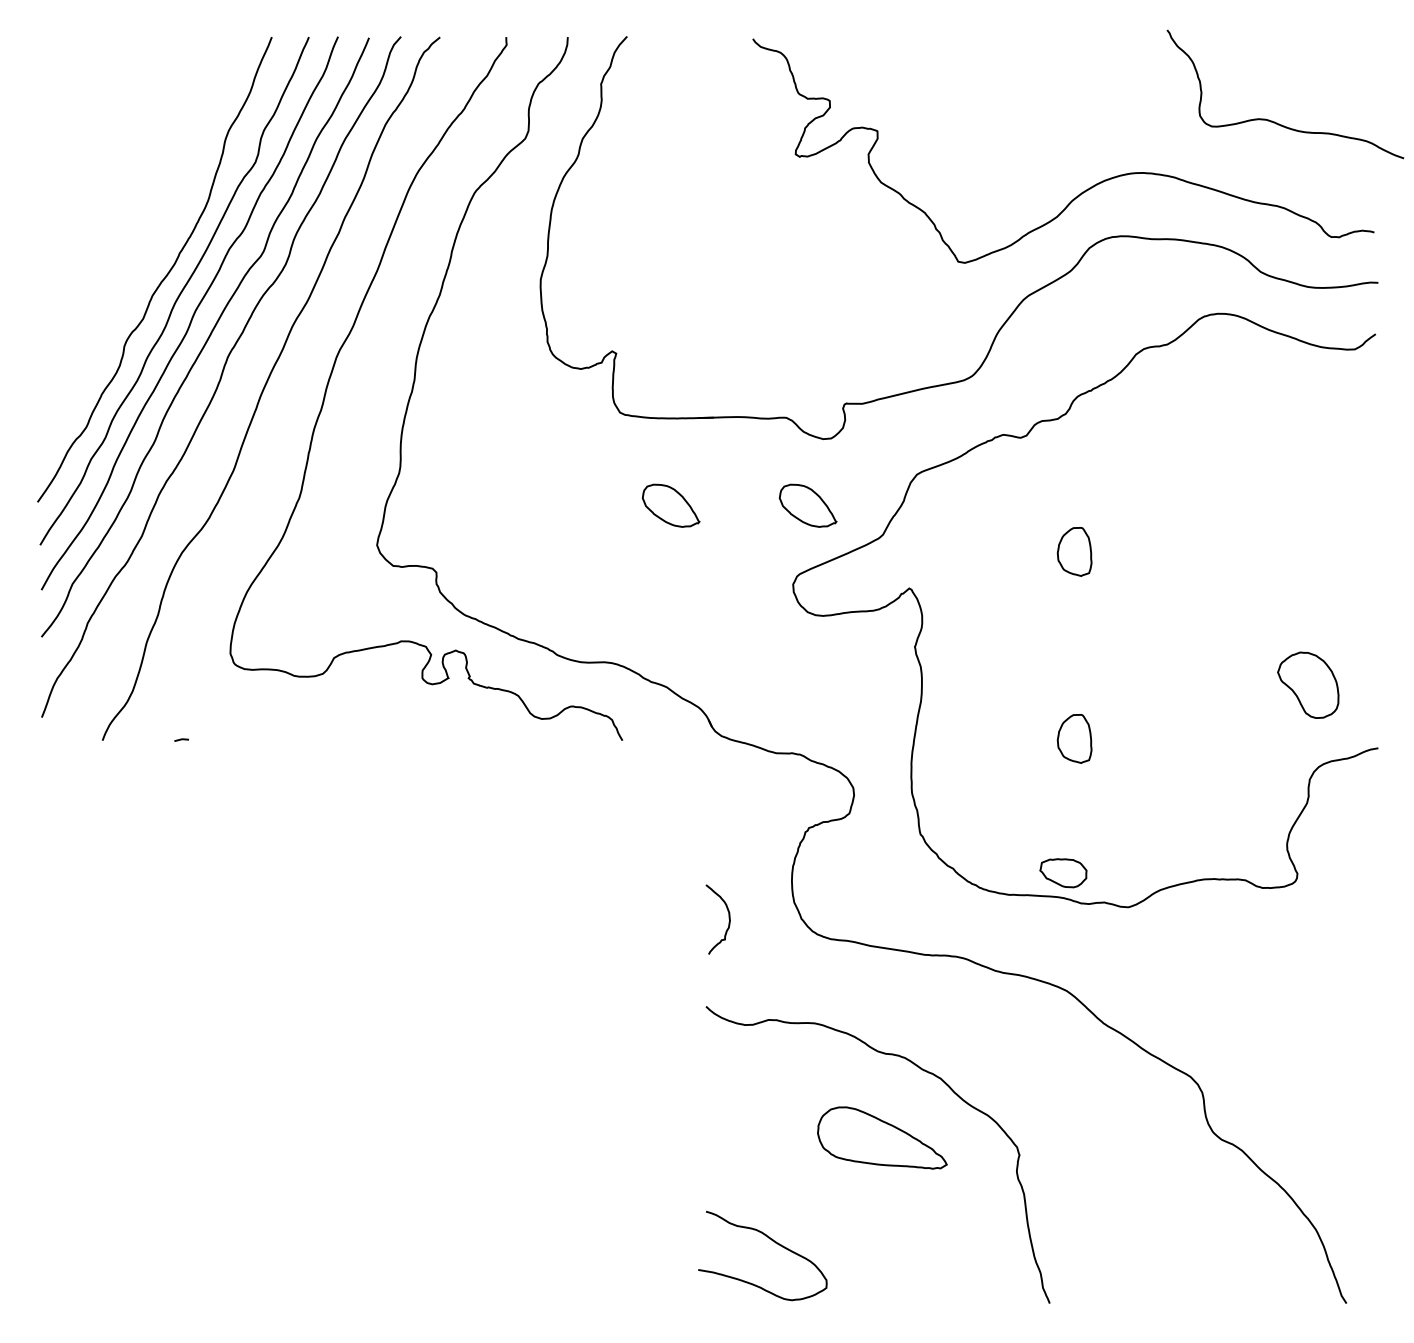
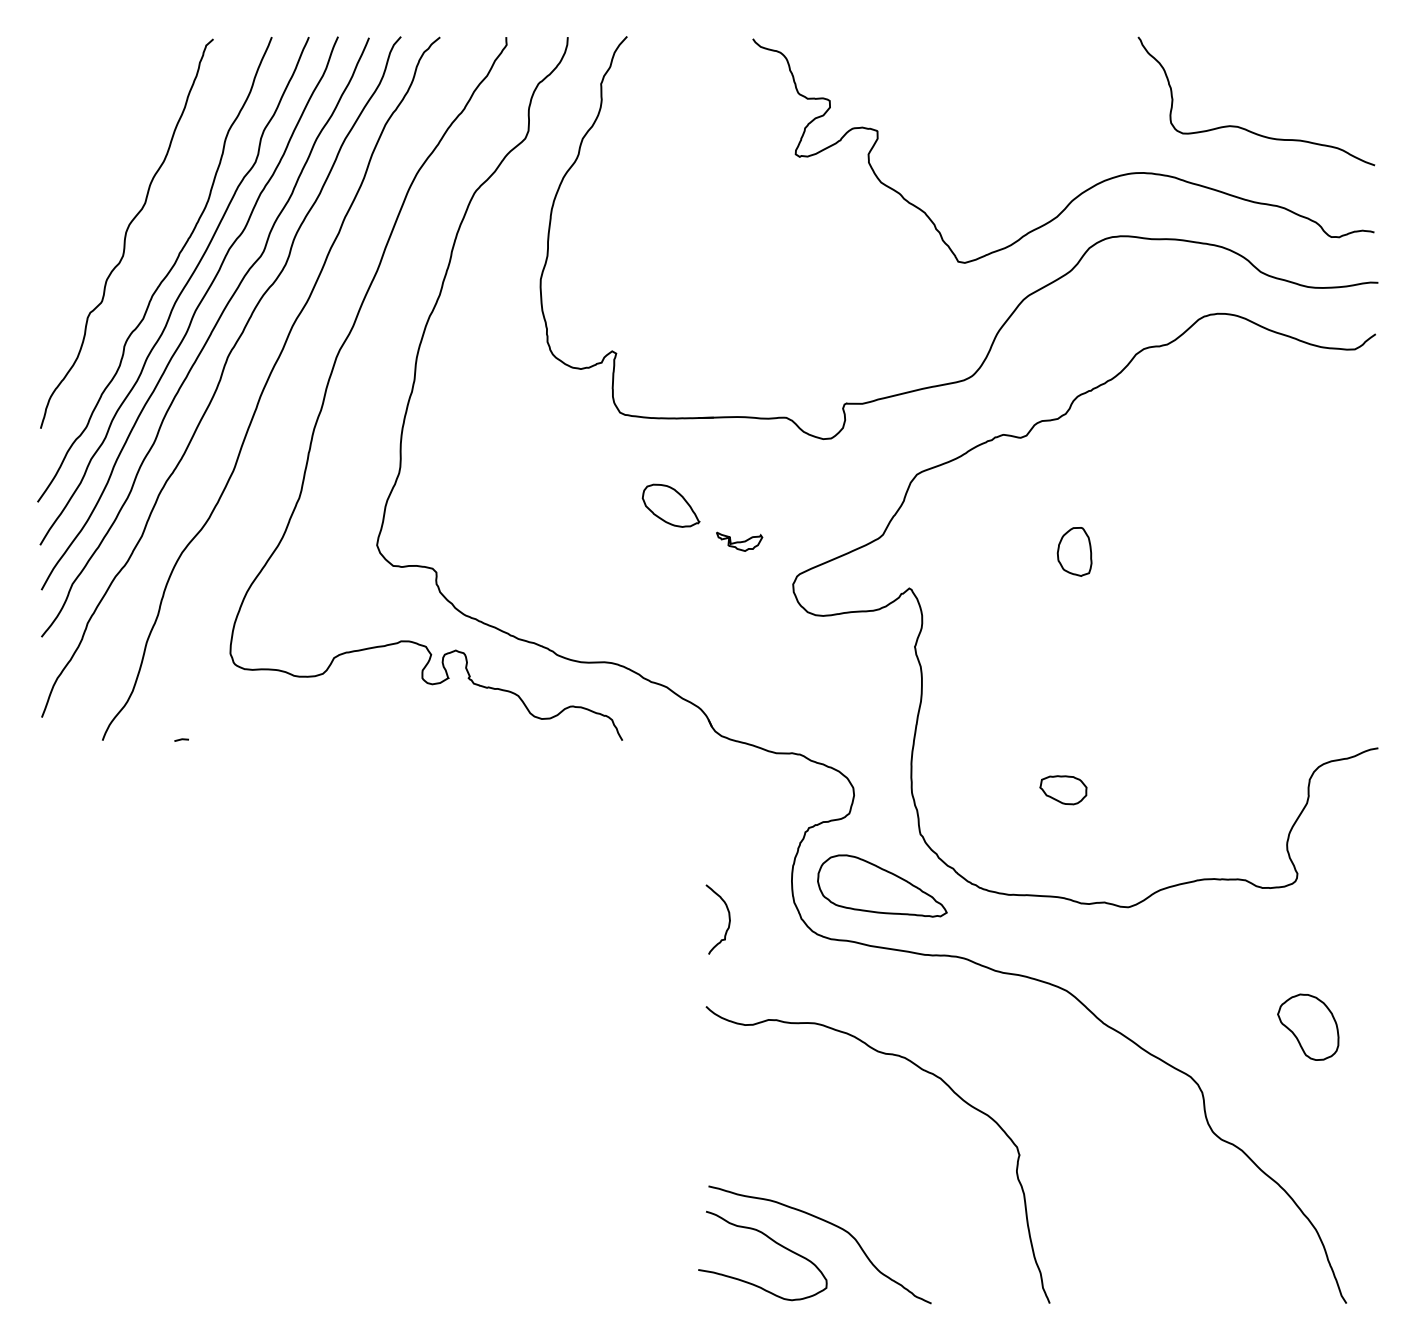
curve at (1272, 120) position: (1272, 120) -> (1243, 127)
curve at (126, 233): none -> present
part at (807, 505): present -> none
part at (739, 541): none -> present
part at (1308, 684) position: (1308, 684) -> (1308, 1026)
part at (1074, 738): present -> none
part at (1063, 873) position: (1063, 873) -> (1063, 790)
part at (882, 1137) position: (882, 1137) -> (882, 885)
curve at (830, 1224): none -> present
